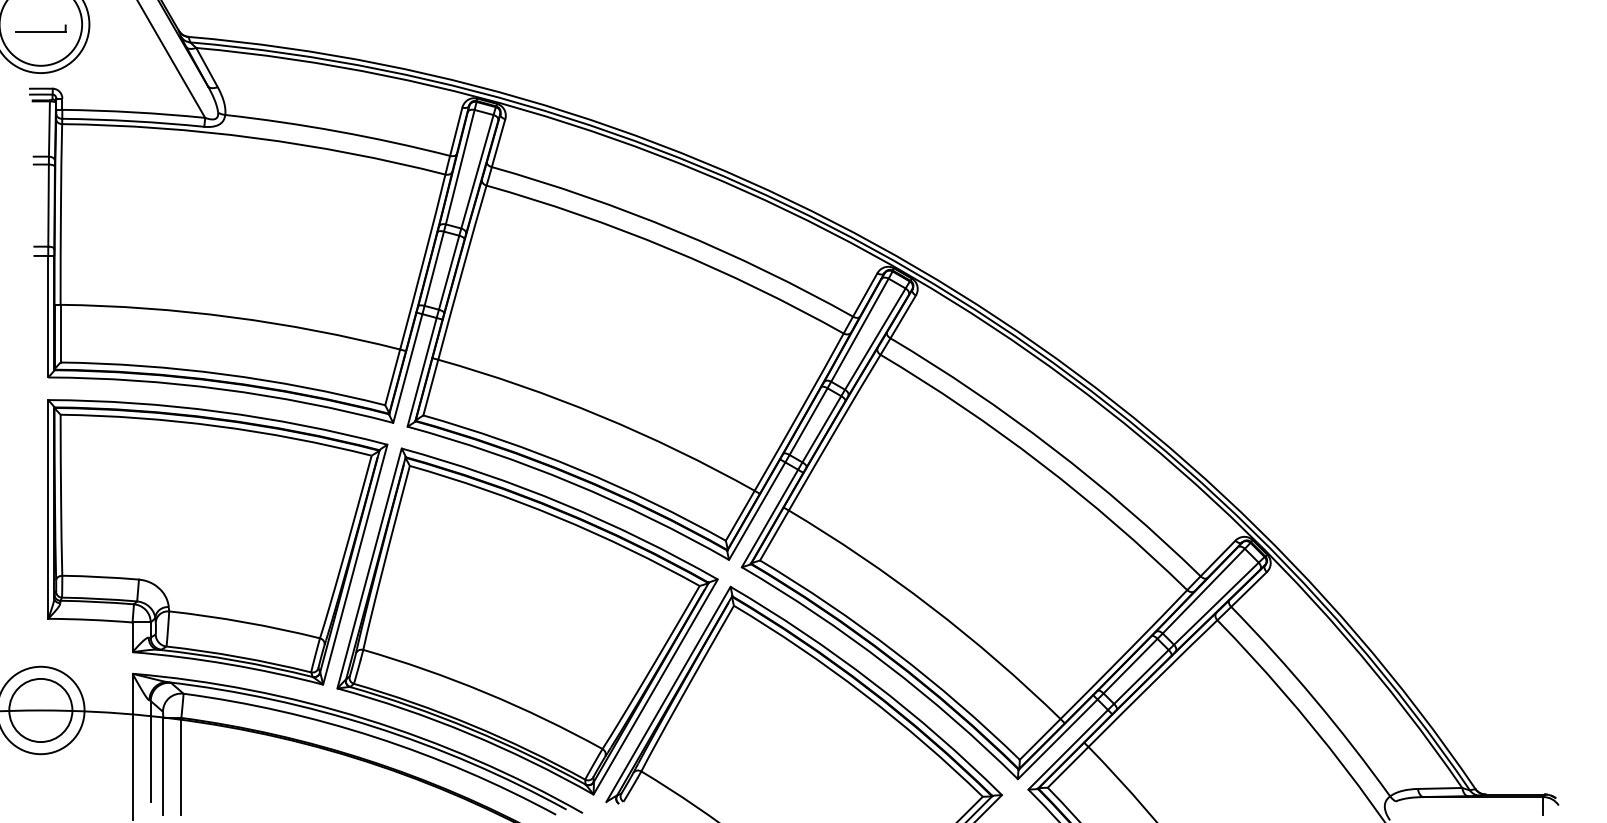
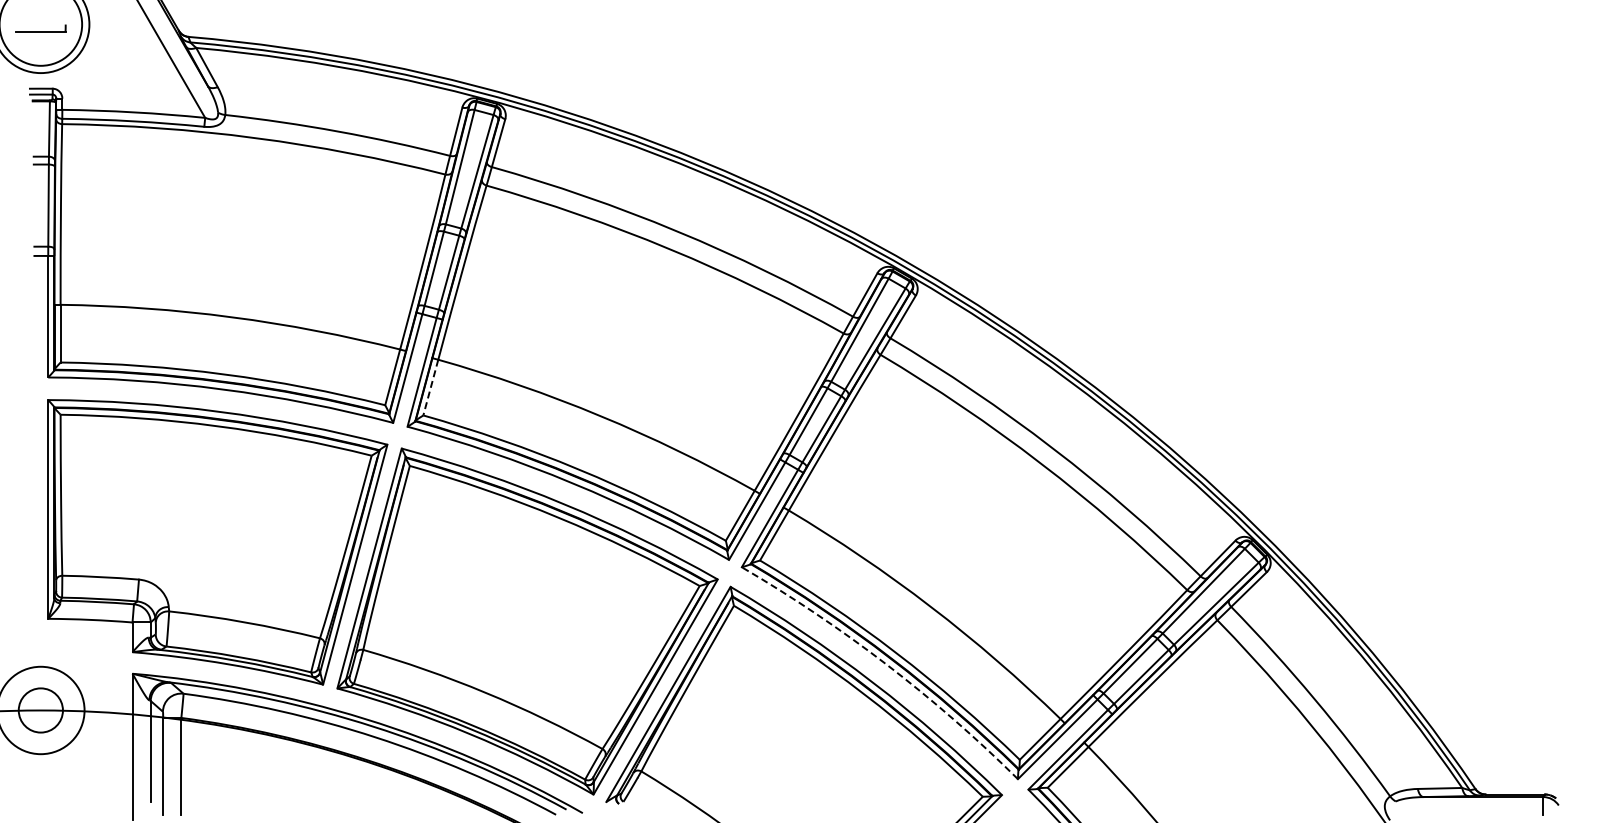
line at (430, 387): solid -> dashed
arc at (886, 664): solid -> dashed
circle at (40, 710) diameter: 63 px -> 44 px
